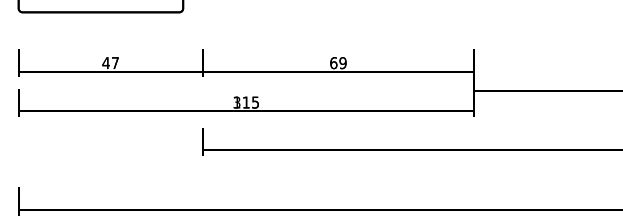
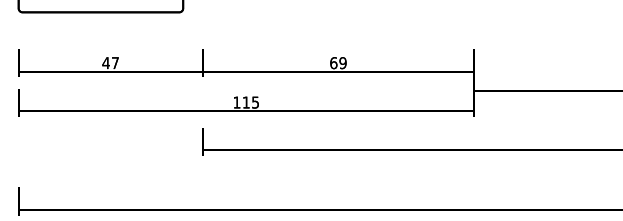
text at (236, 102): 315 -> 115
